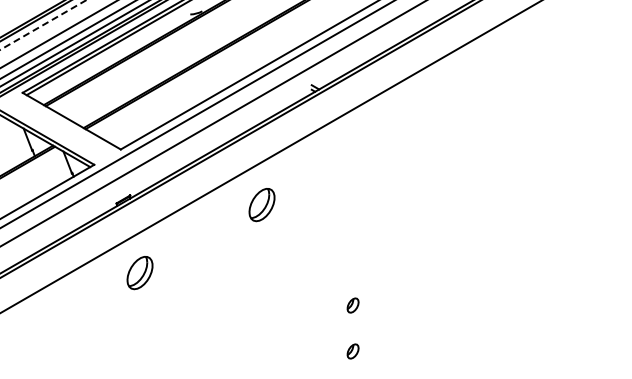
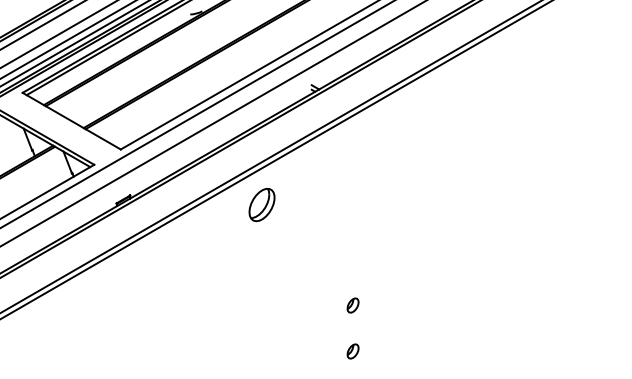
line at (44, 24): dashed -> solid
line at (275, 160): none -> present
part at (139, 273): present -> none
